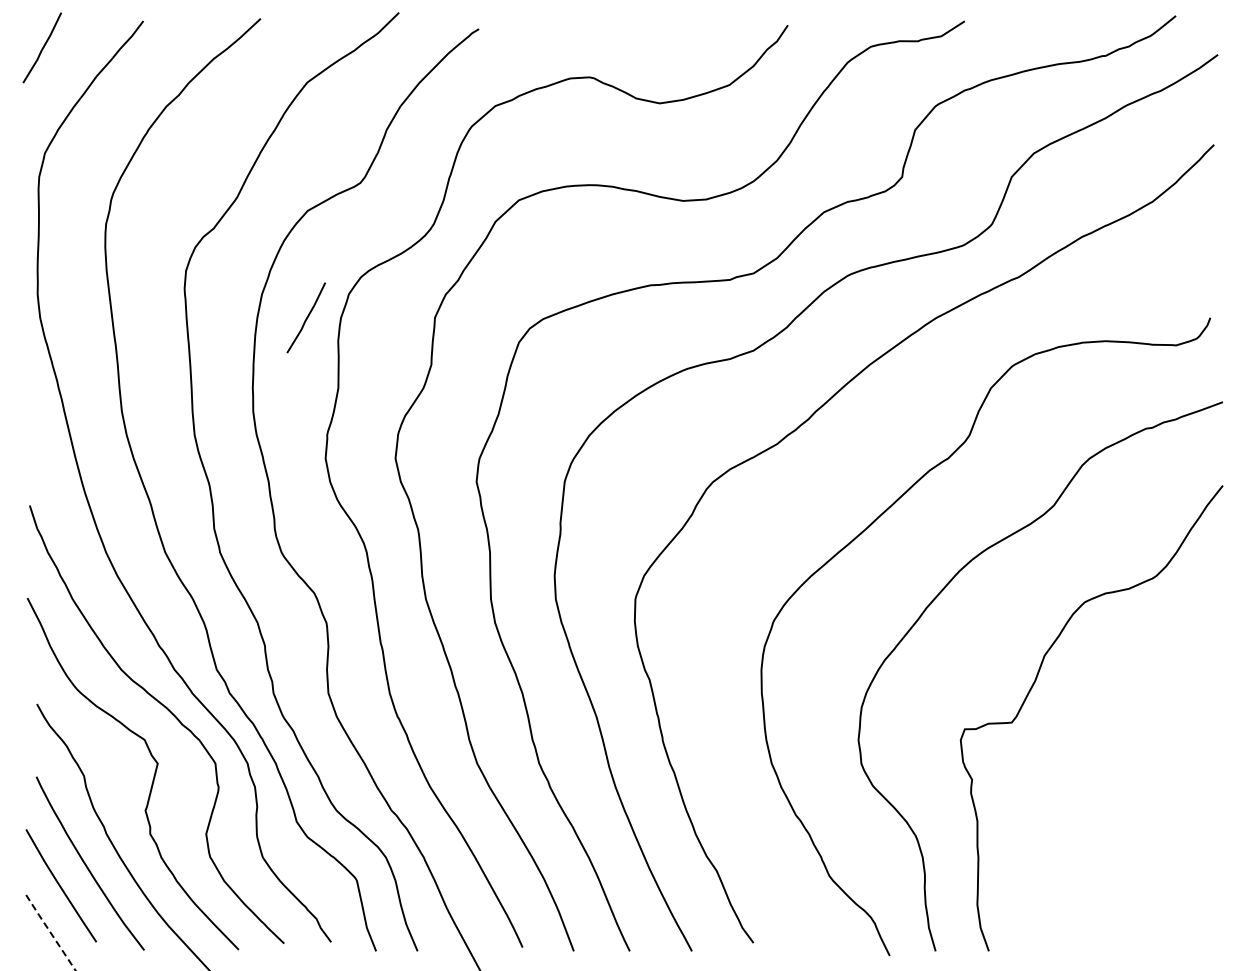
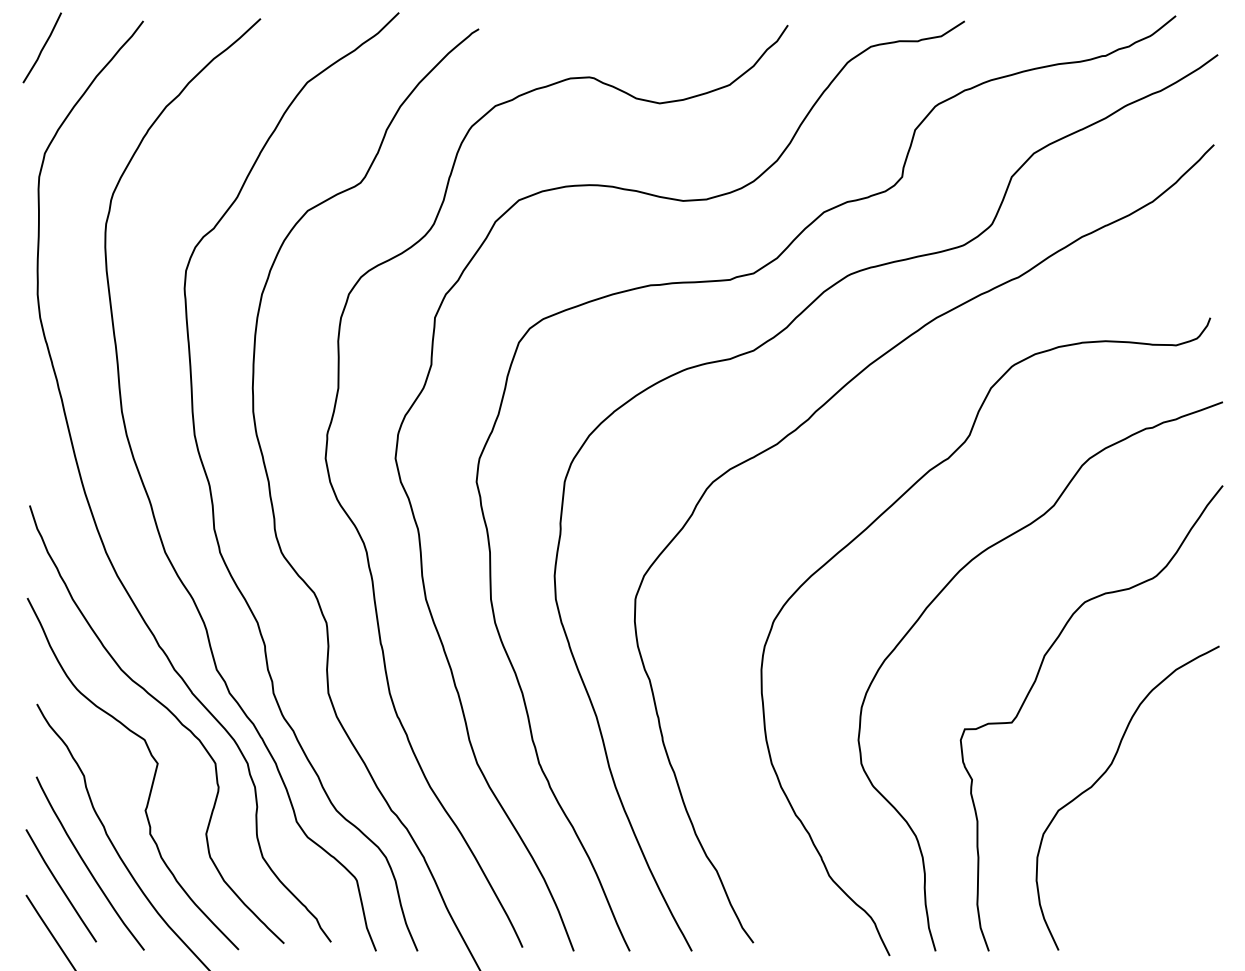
line at (306, 317): present -> none
curve at (1104, 774): none -> present
line at (50, 932): dashed -> solid
